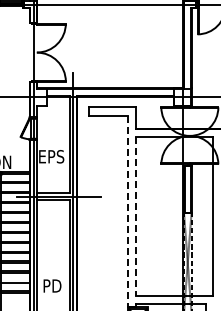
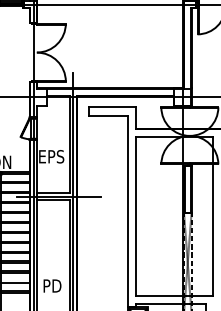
line at (128, 211): dashed -> solid
line at (136, 216): dashed -> solid
